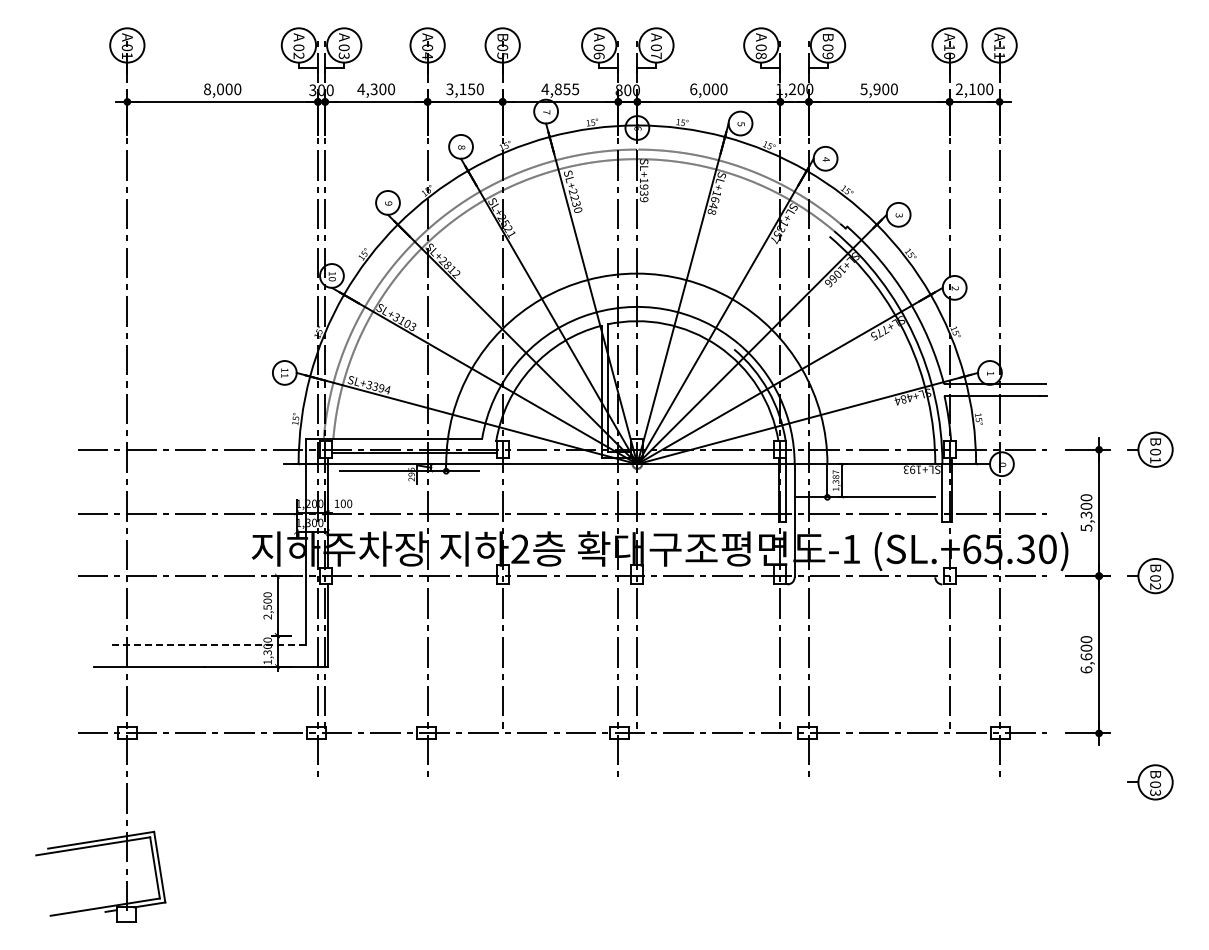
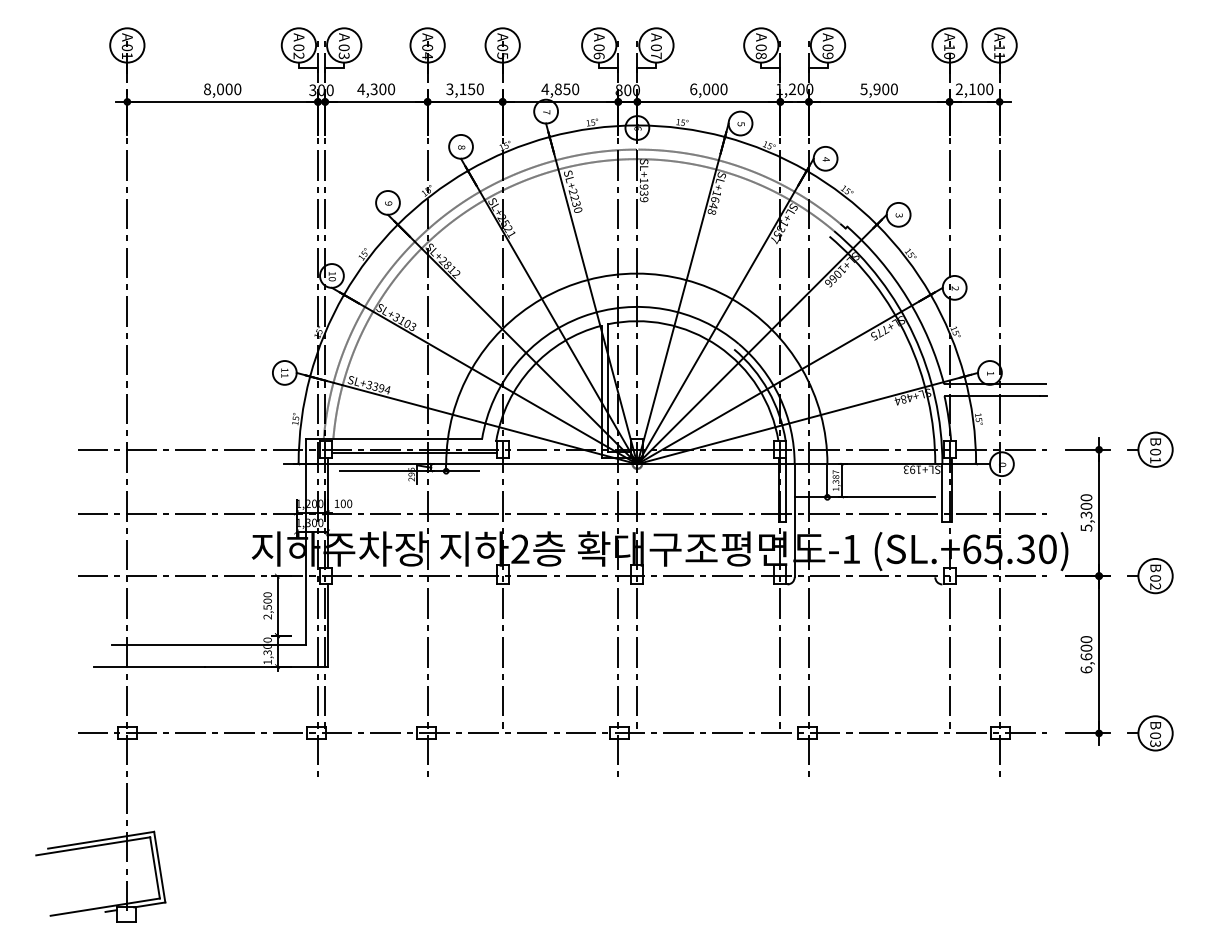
text at (502, 37): B -> A
text at (827, 37): B -> A
text at (575, 89): 4,855 -> 4,850
line at (209, 645): dashed -> solid
part at (1150, 782) position: (1150, 782) -> (1150, 733)
